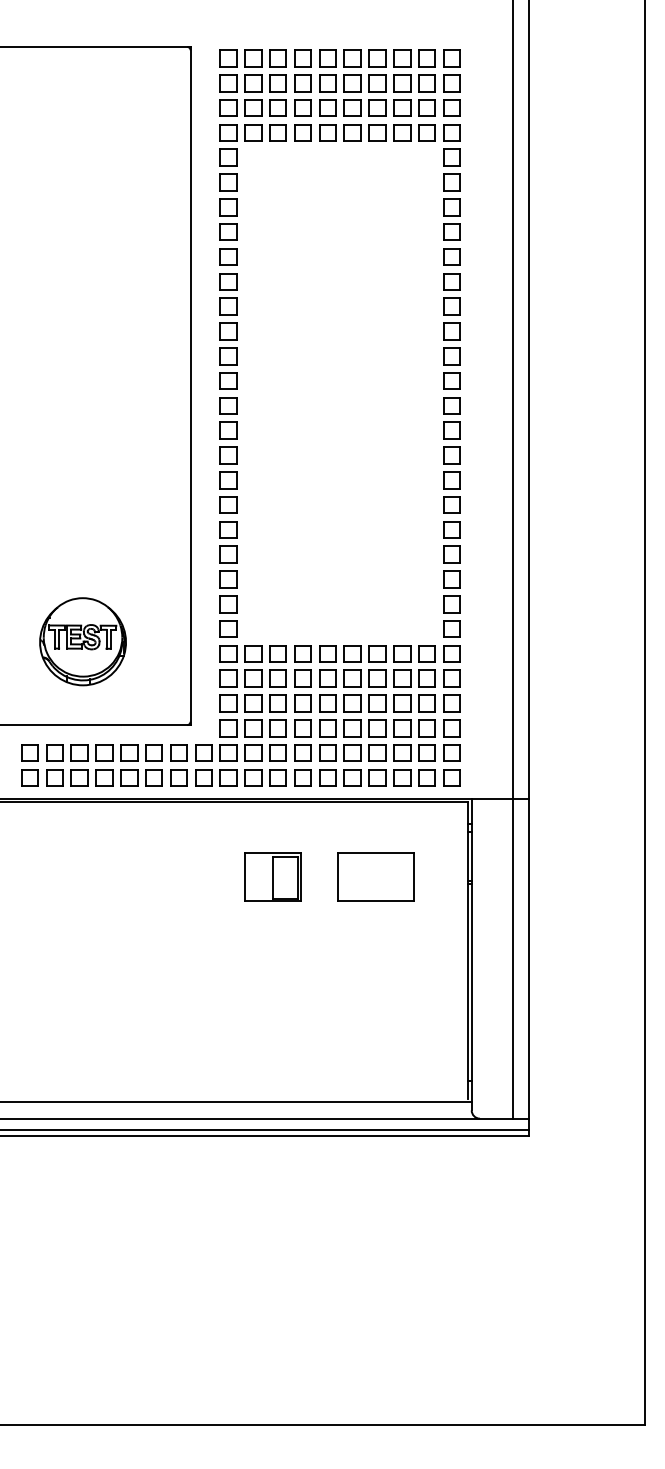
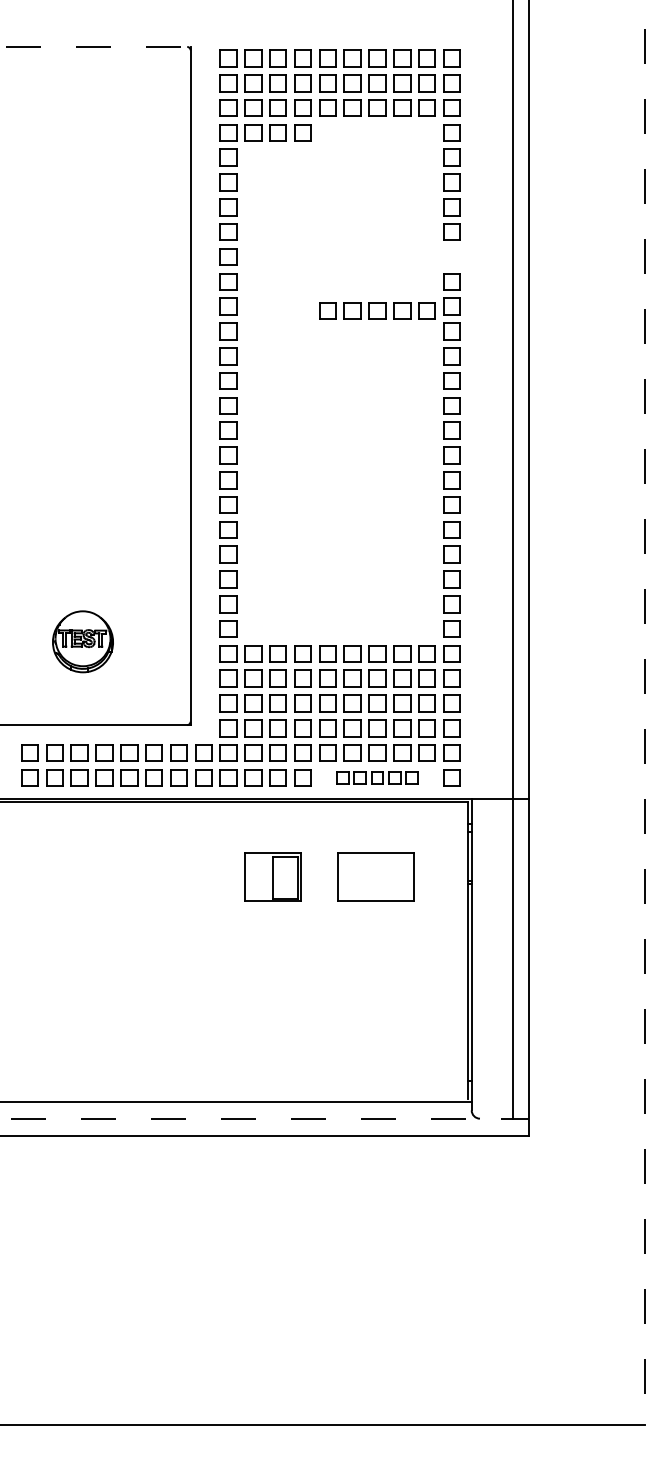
line at (95, 46): solid -> dashed
part at (377, 132) position: (377, 132) -> (377, 310)
part at (451, 256): present -> none
part at (82, 641) size: 88x90 px -> 62x64 px
line at (645, 712): solid -> dashed
part at (377, 777) size: 117x18 px -> 83x14 px
line at (265, 1118): solid -> dashed
line at (265, 1130): present -> none
